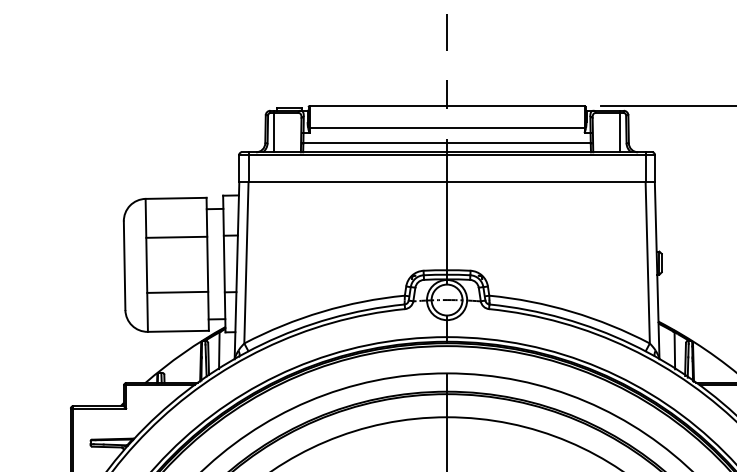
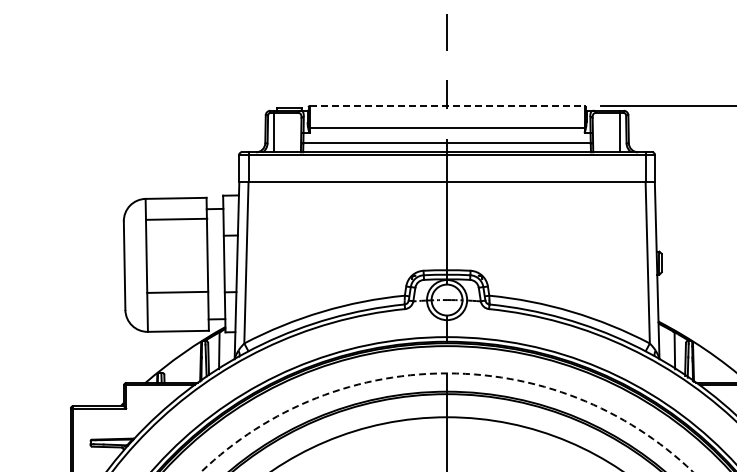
line at (447, 106): solid -> dashed
line at (176, 236) position: (176, 236) -> (176, 218)
circle at (446, 422): solid -> dashed
